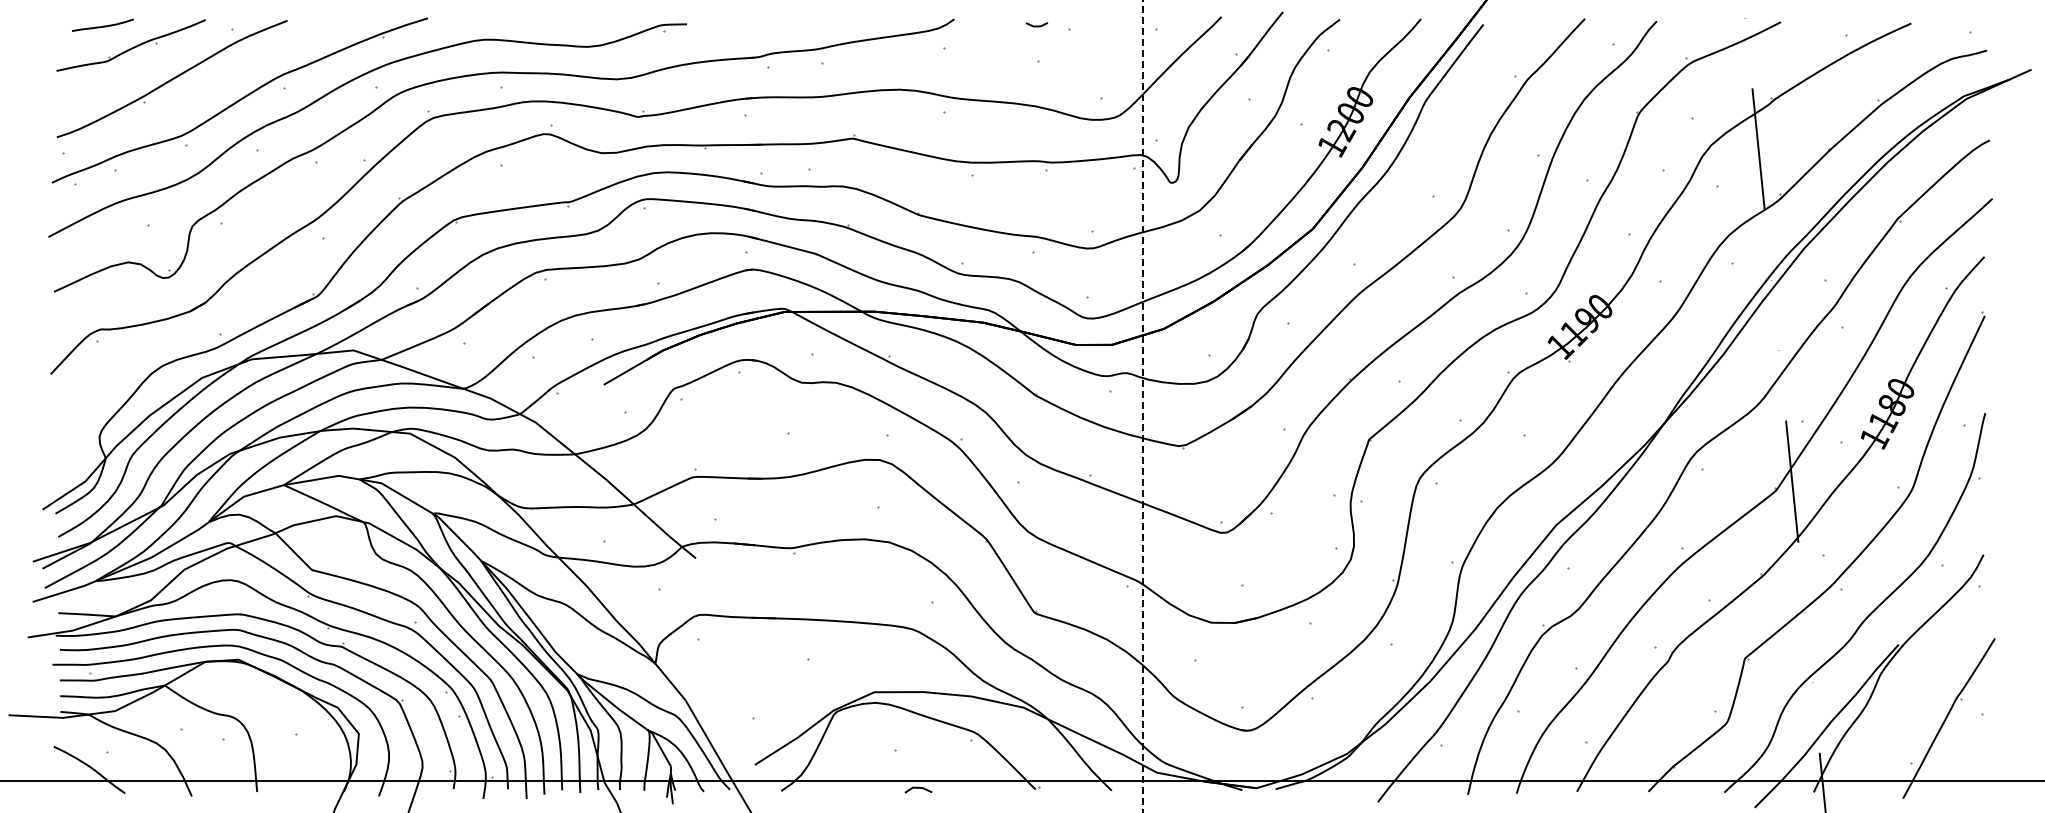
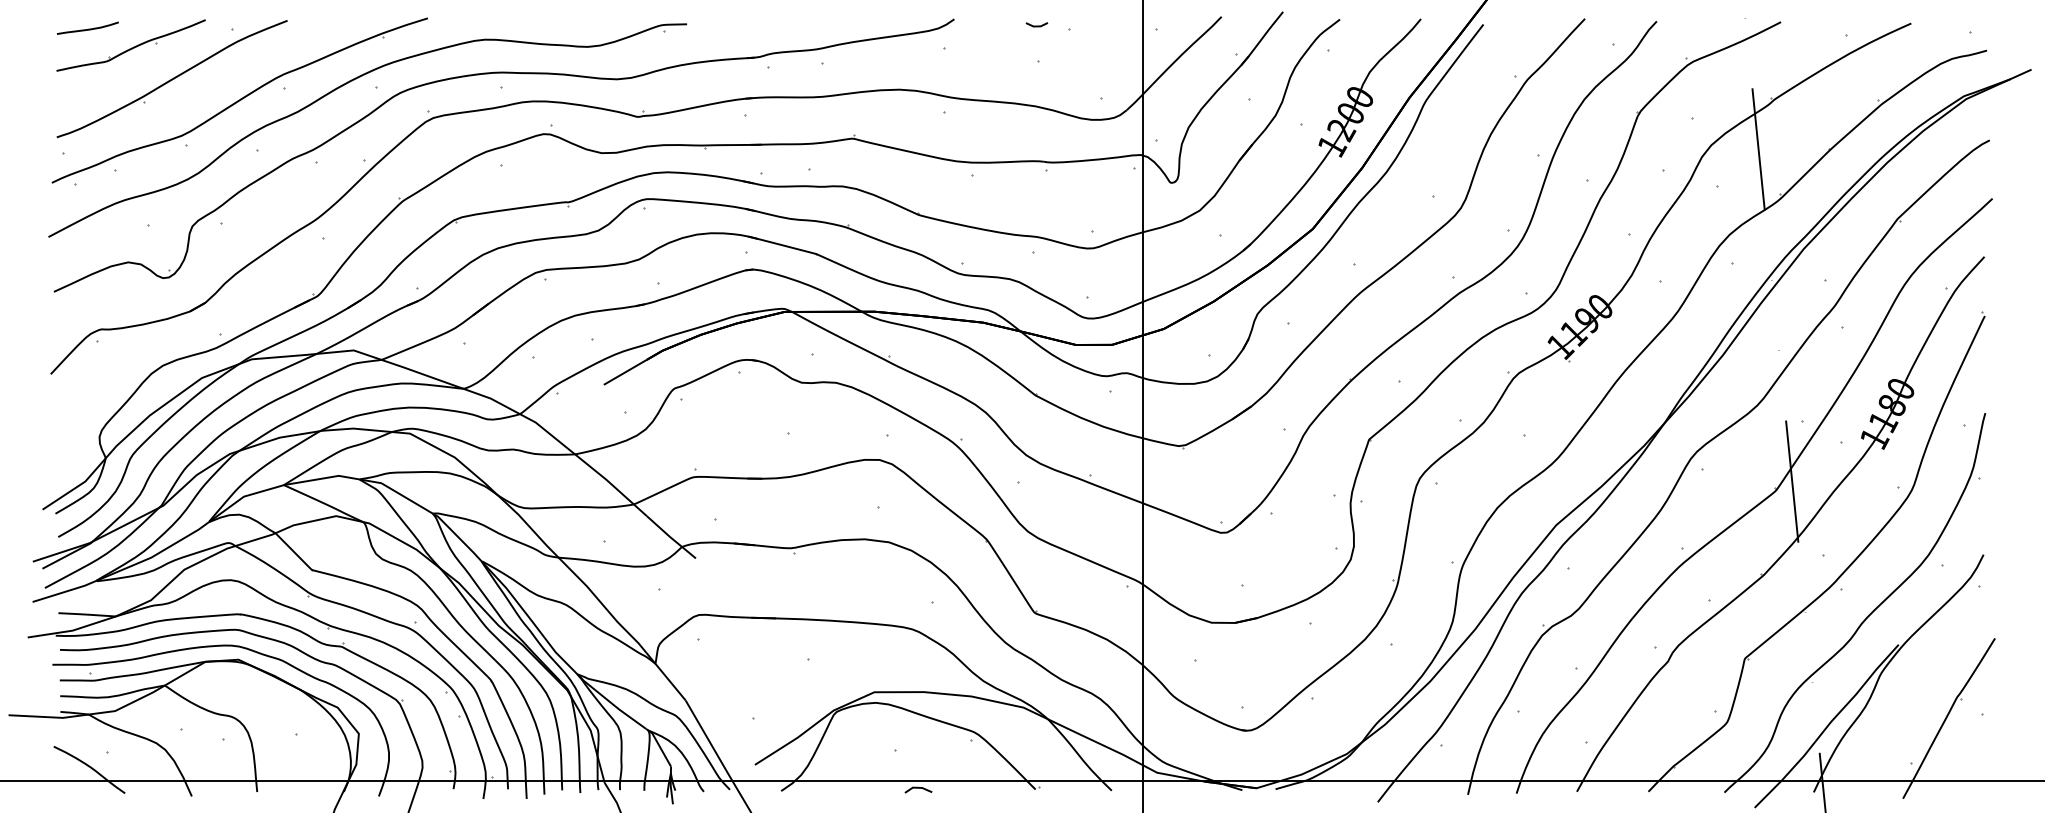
curve at (103, 25) position: (103, 25) -> (88, 28)
line at (1143, 407): dashed -> solid
